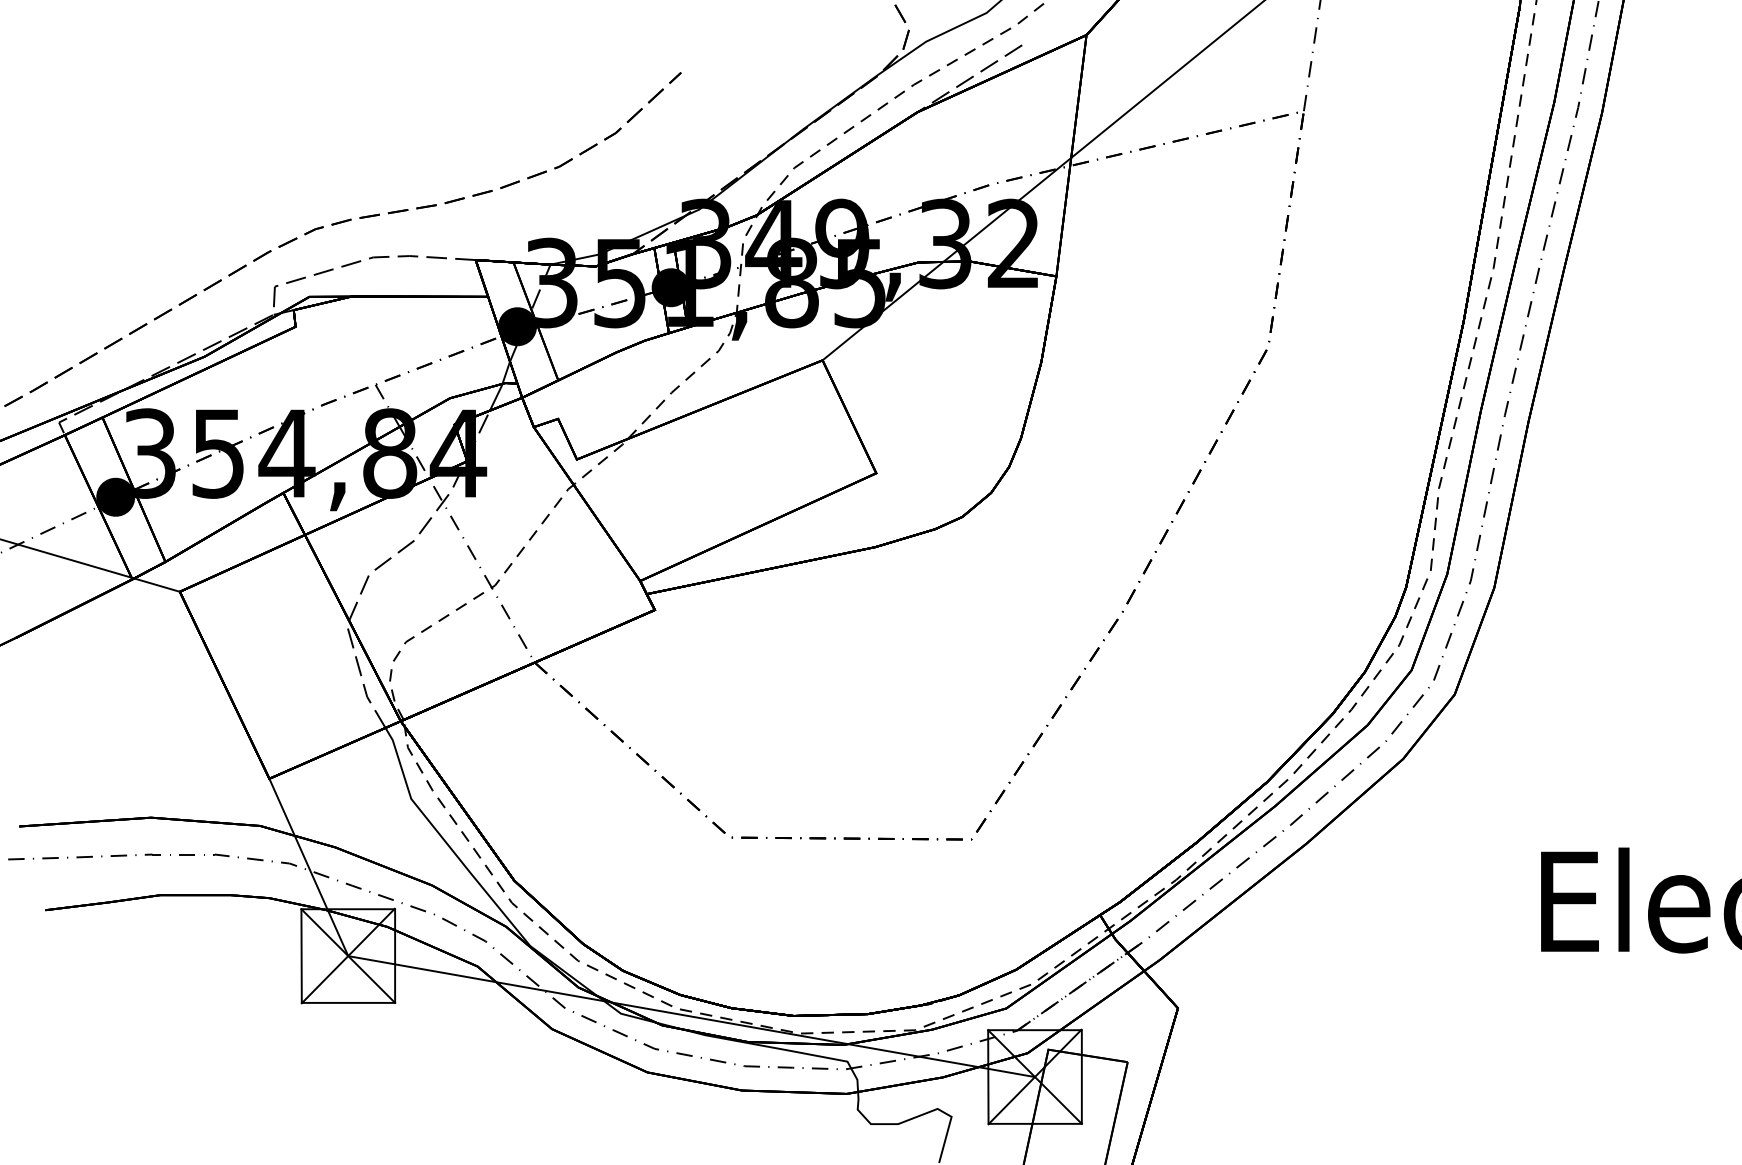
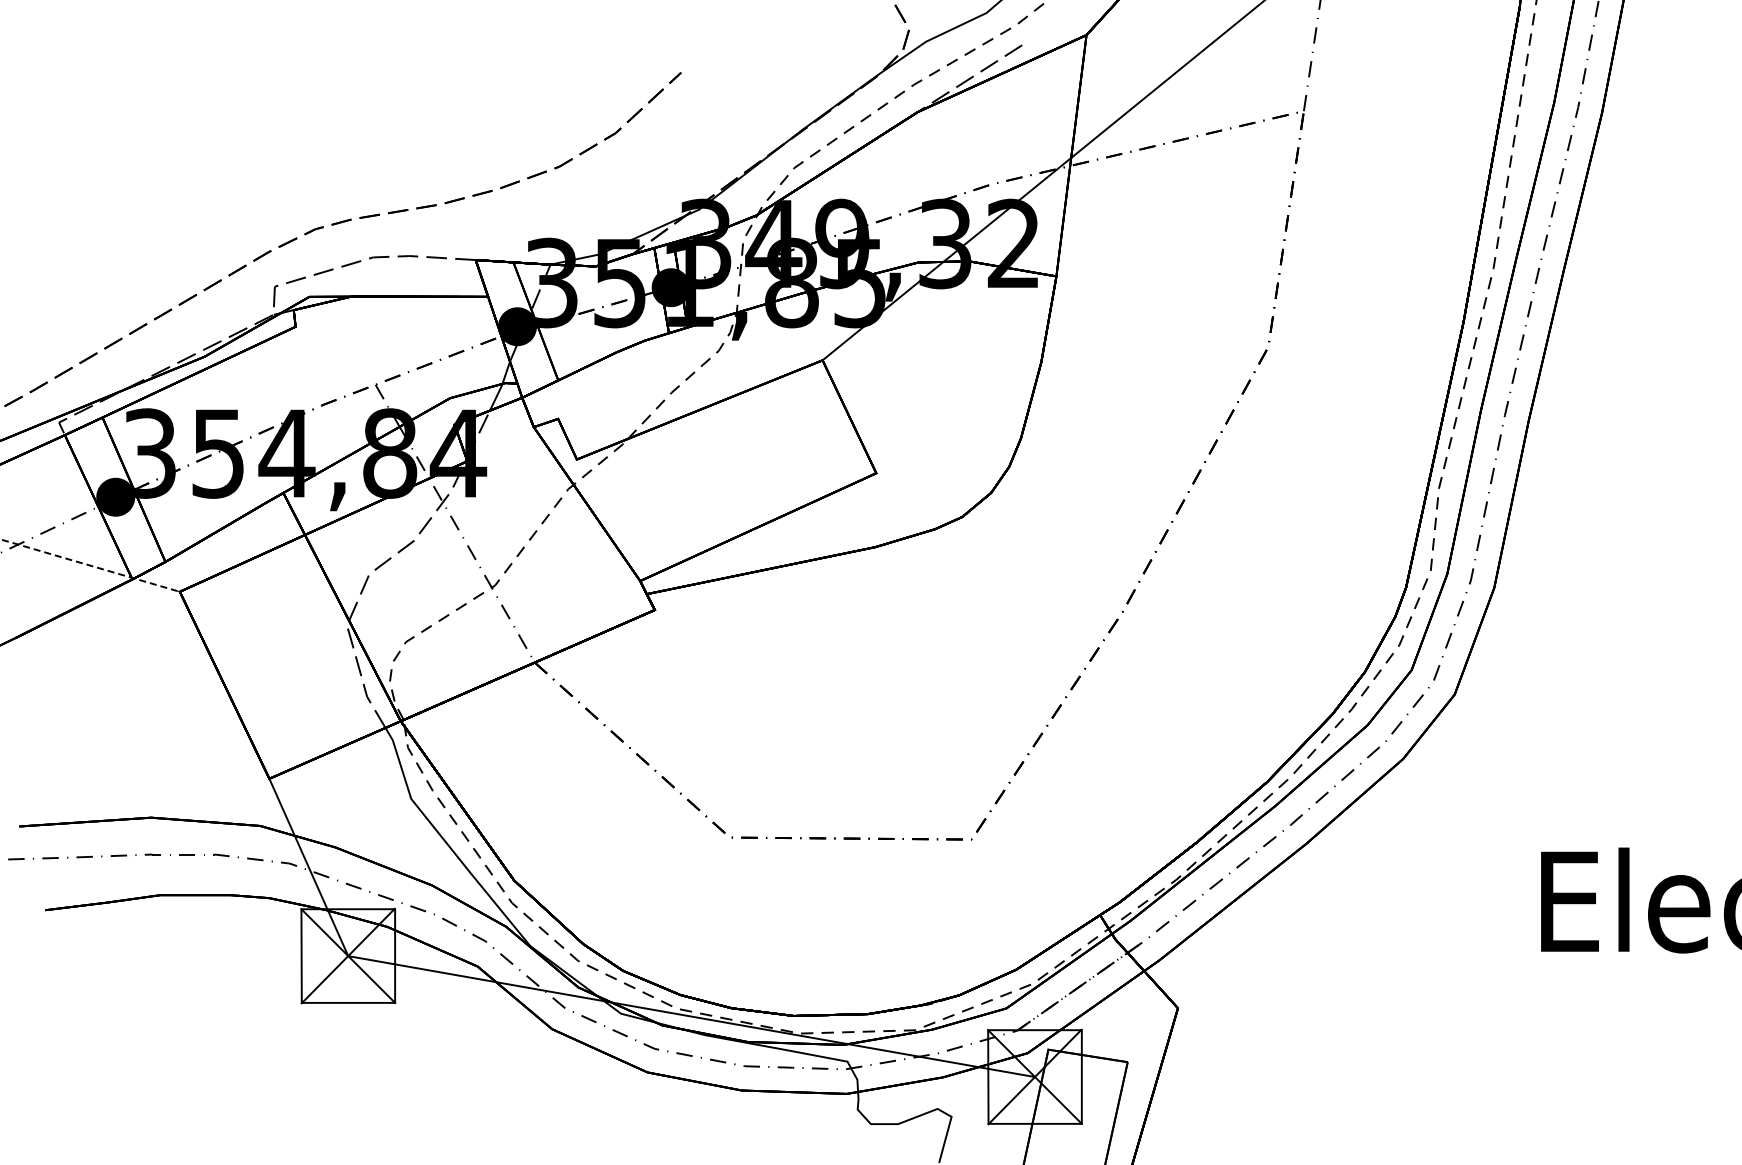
line at (90, 565): solid -> dashed
